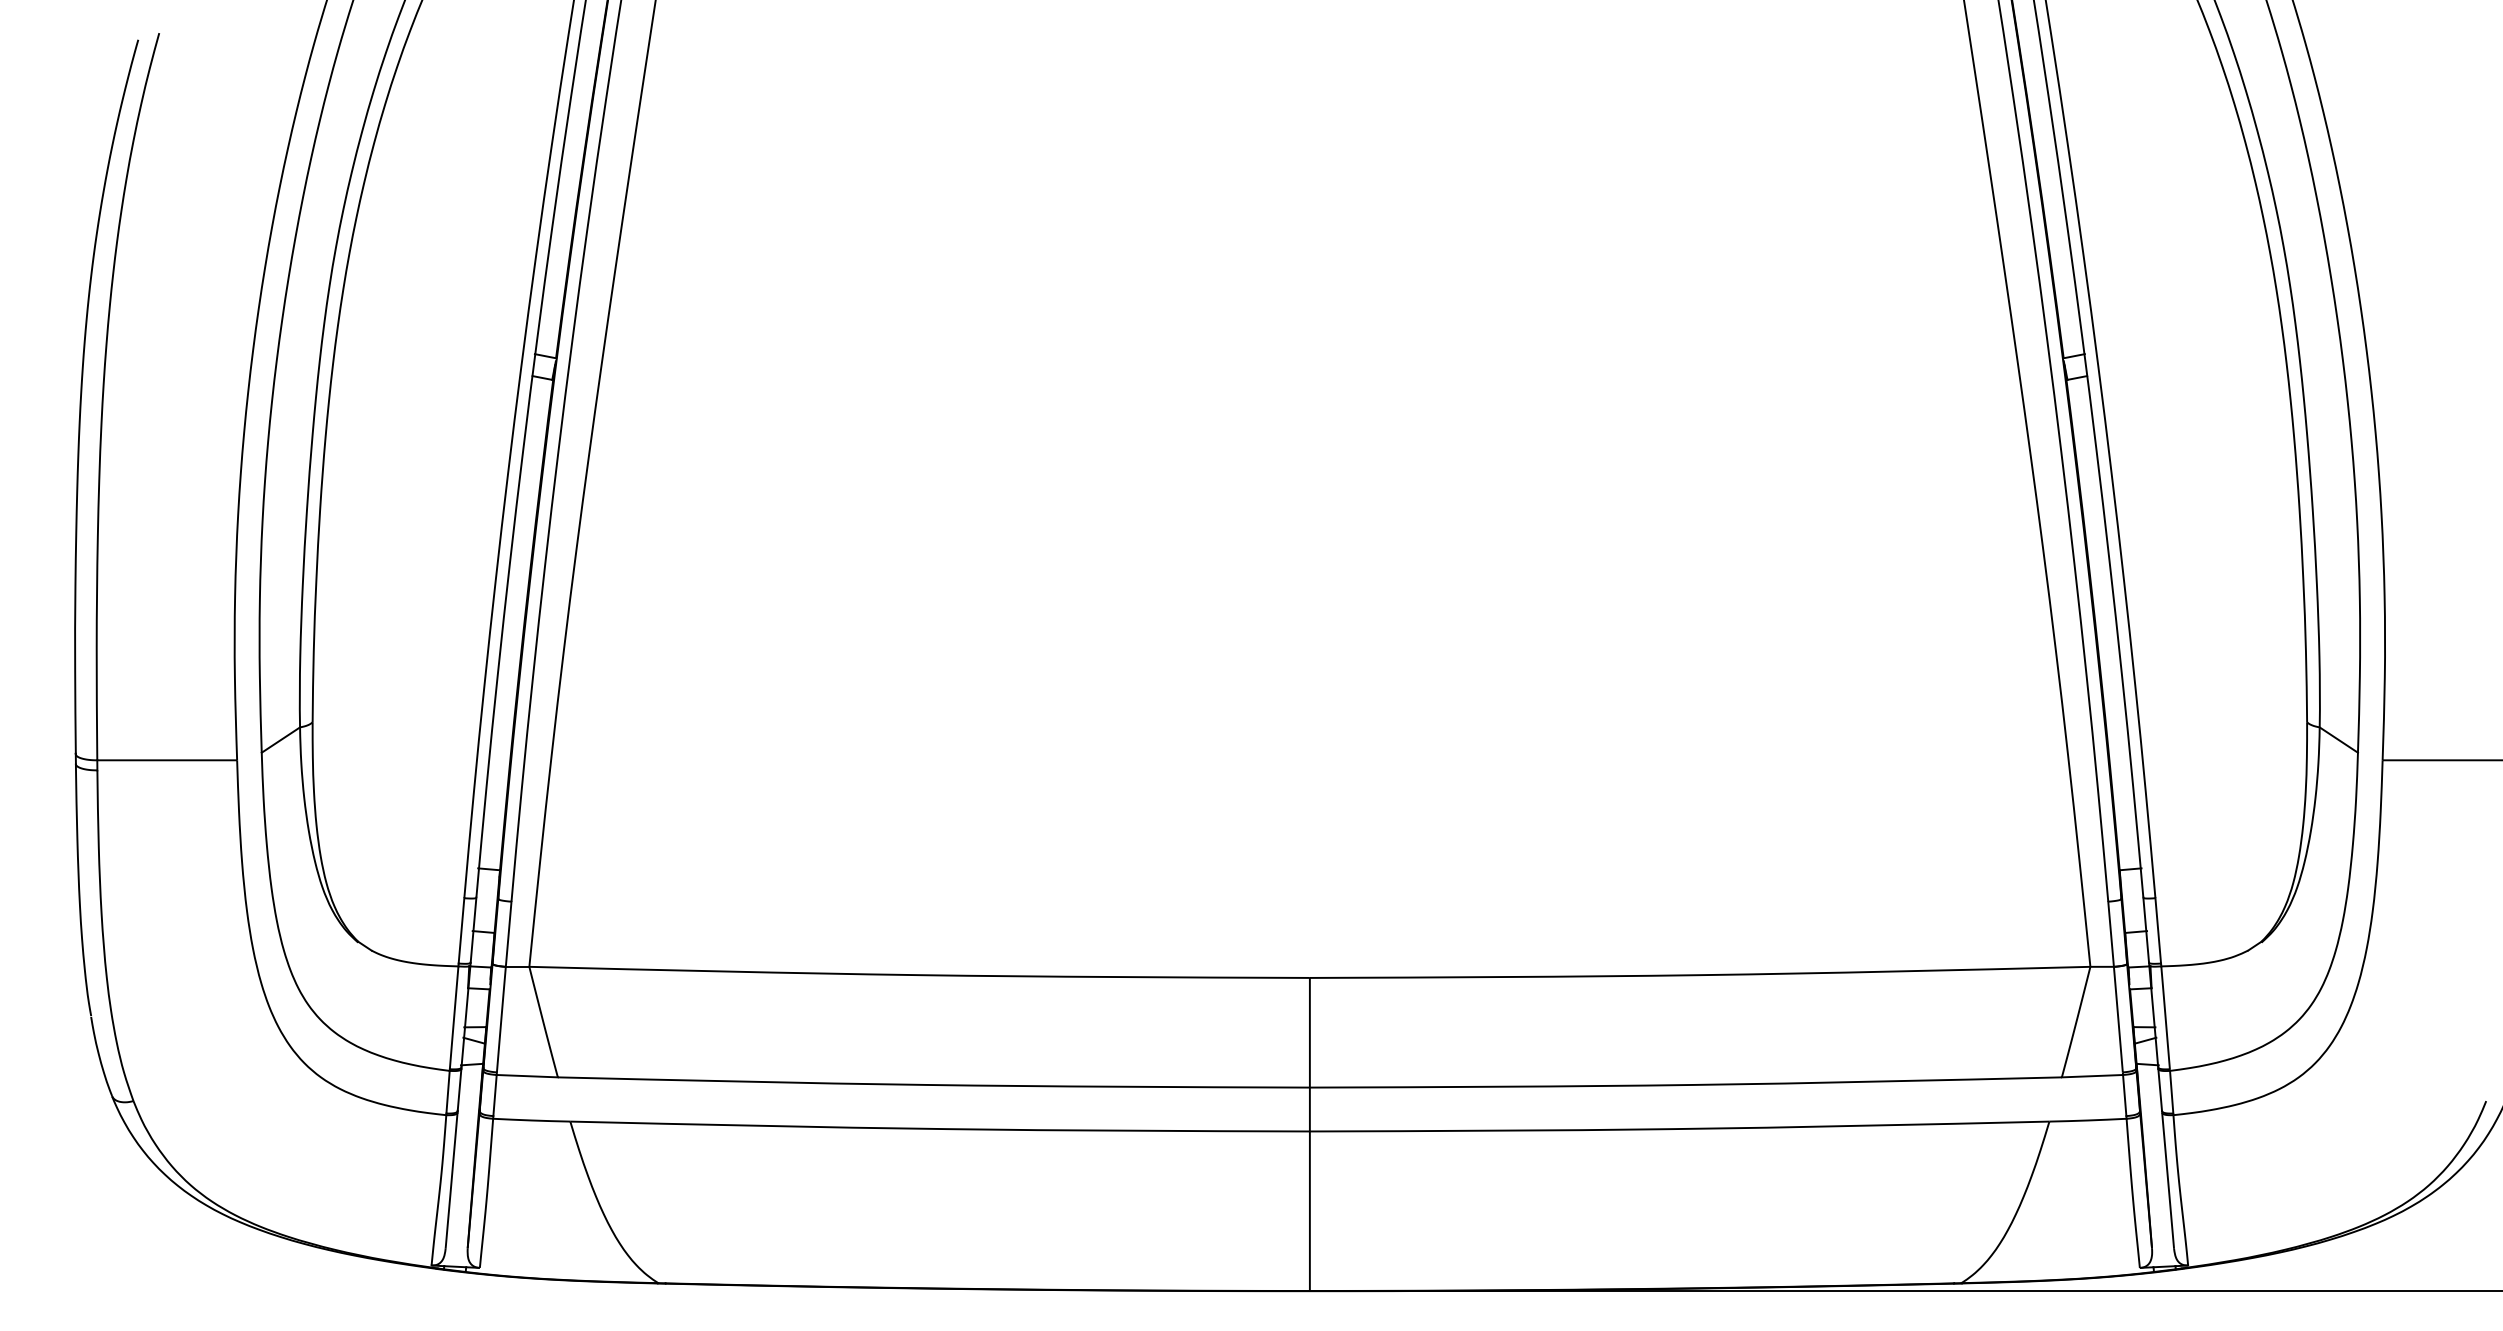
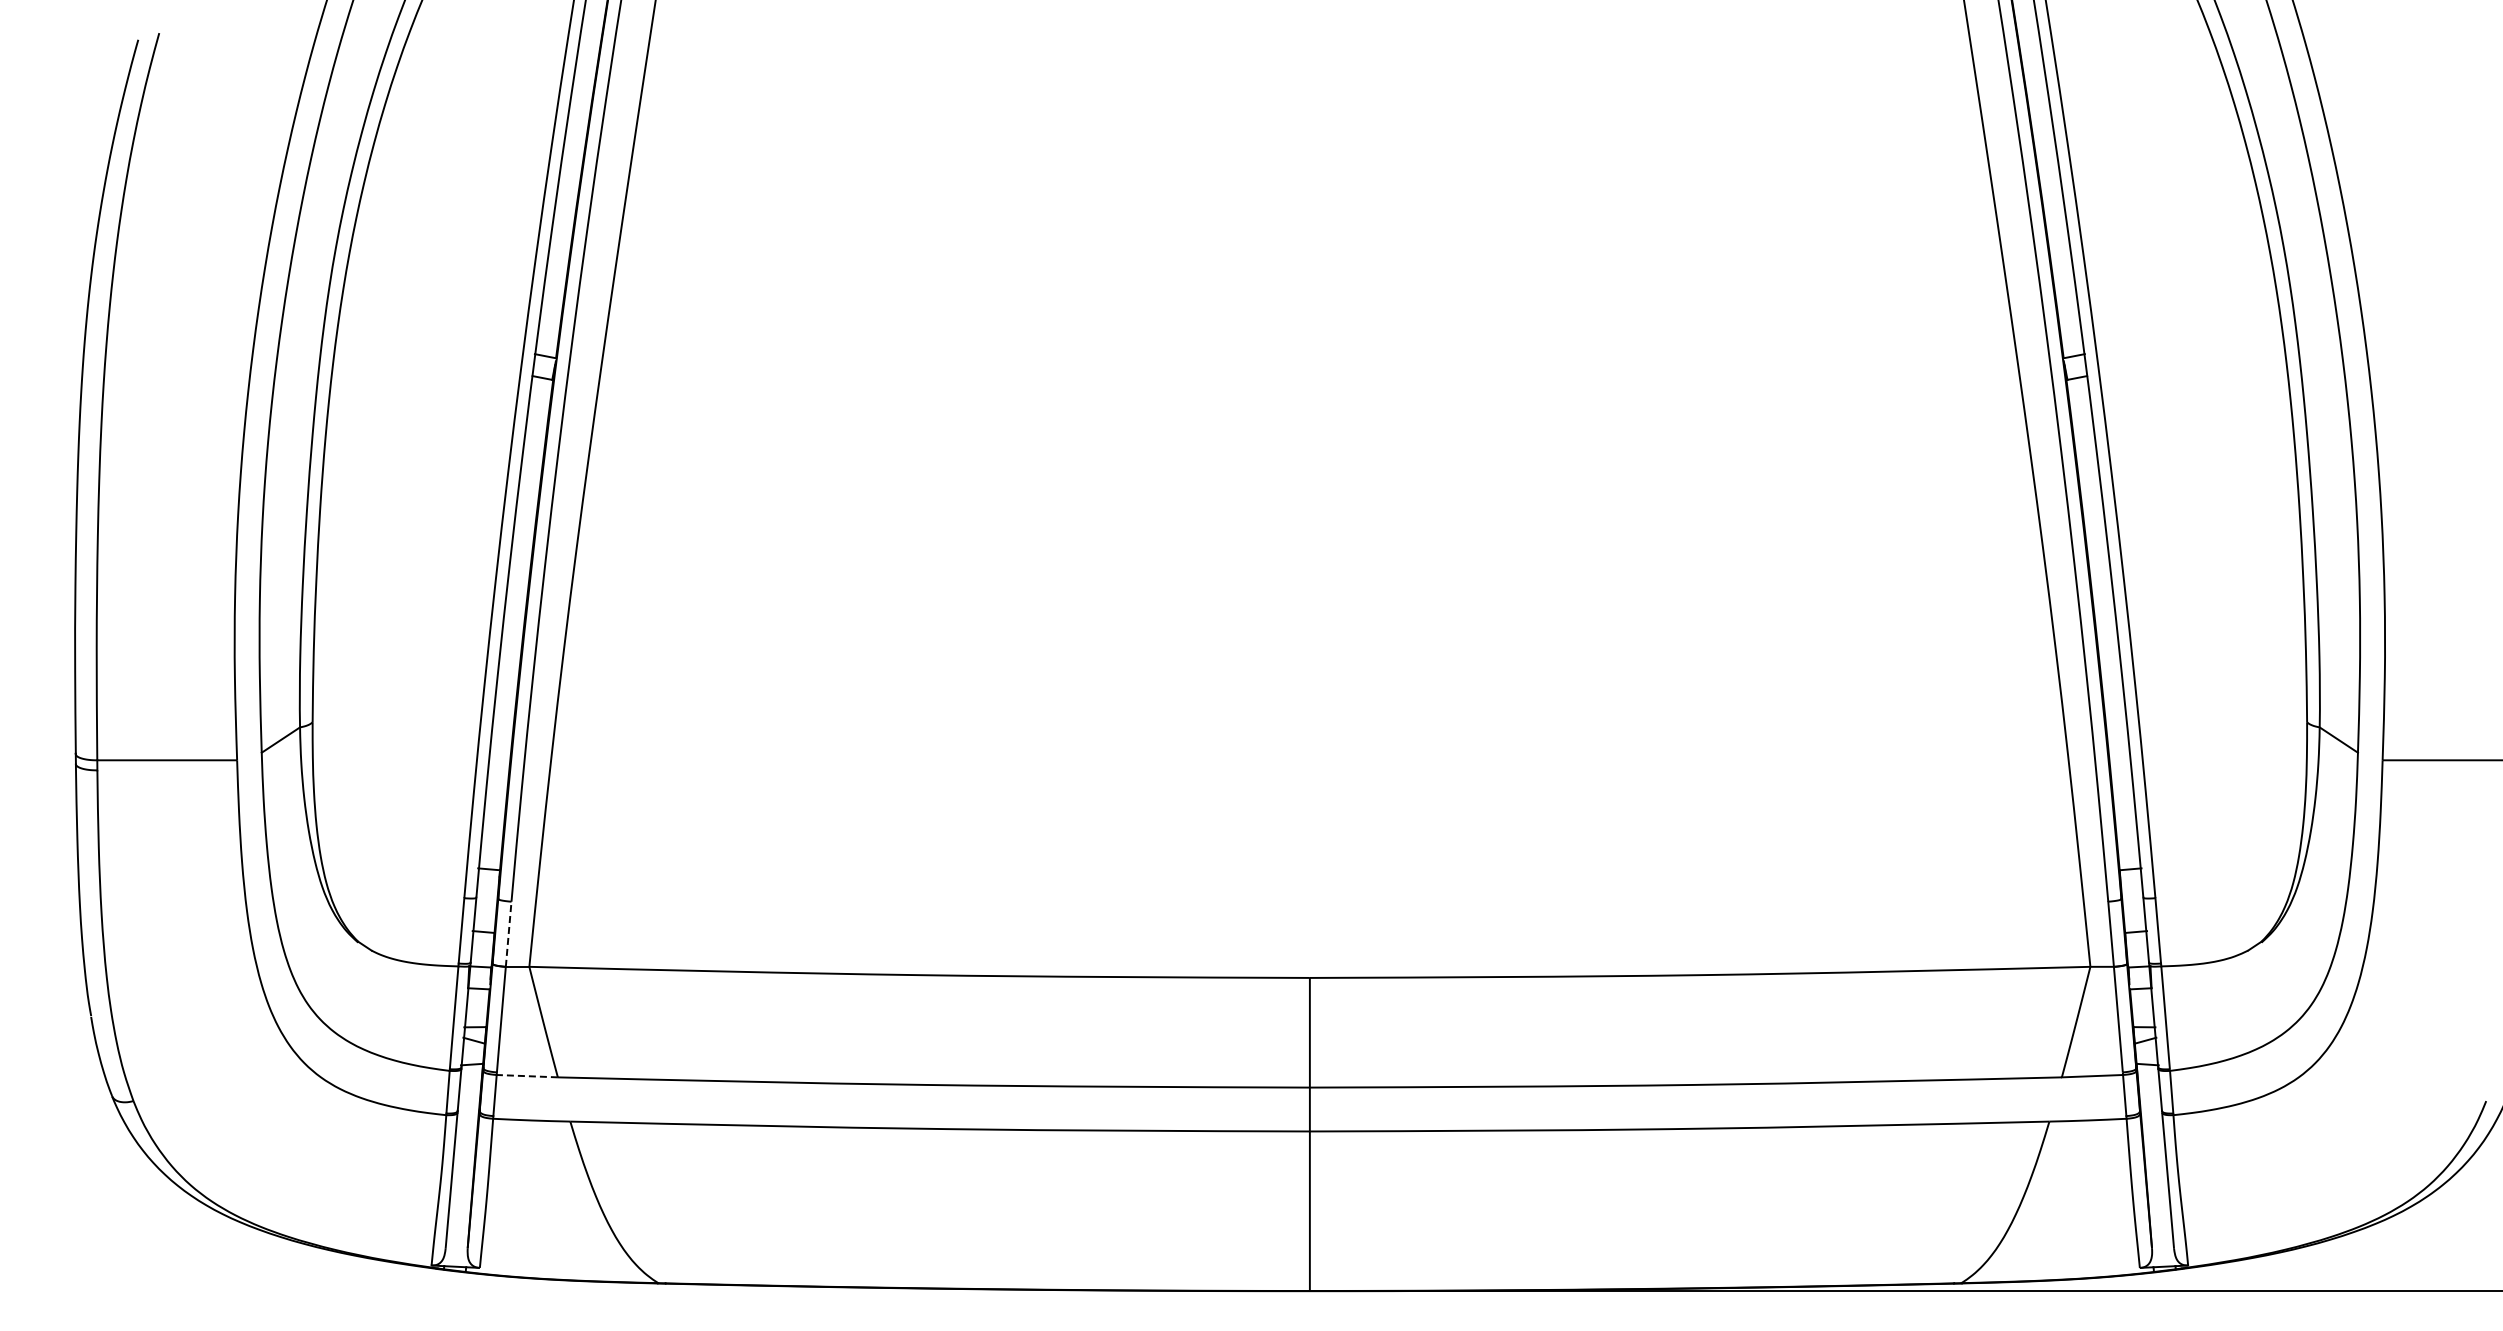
line at (508, 934): solid -> dashed
line at (527, 1076): solid -> dashed
